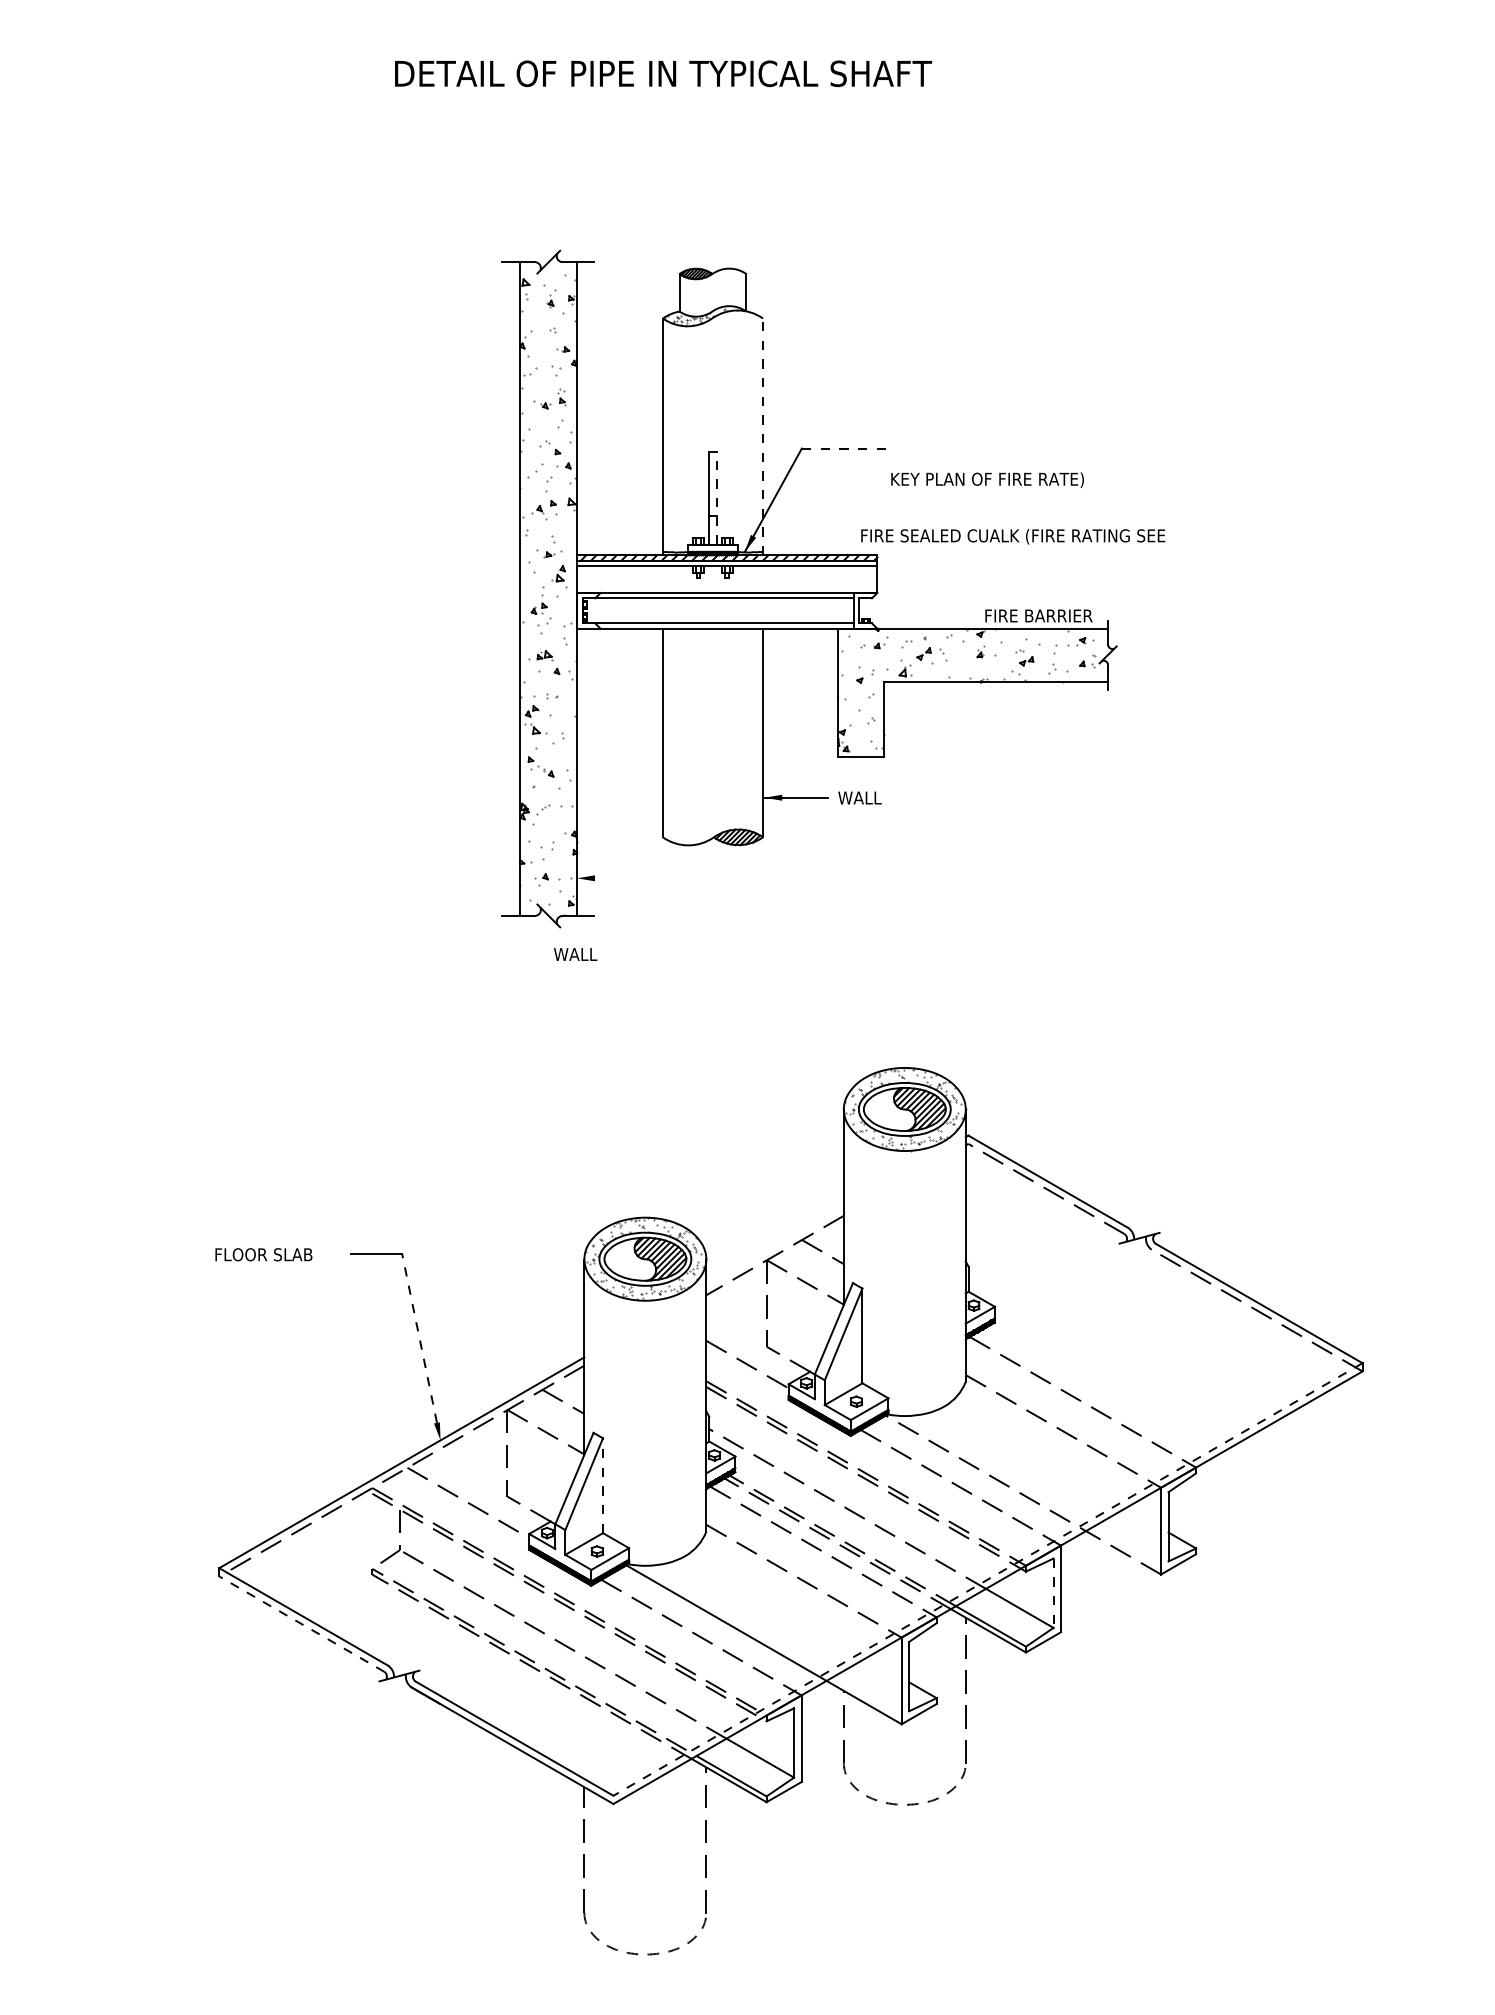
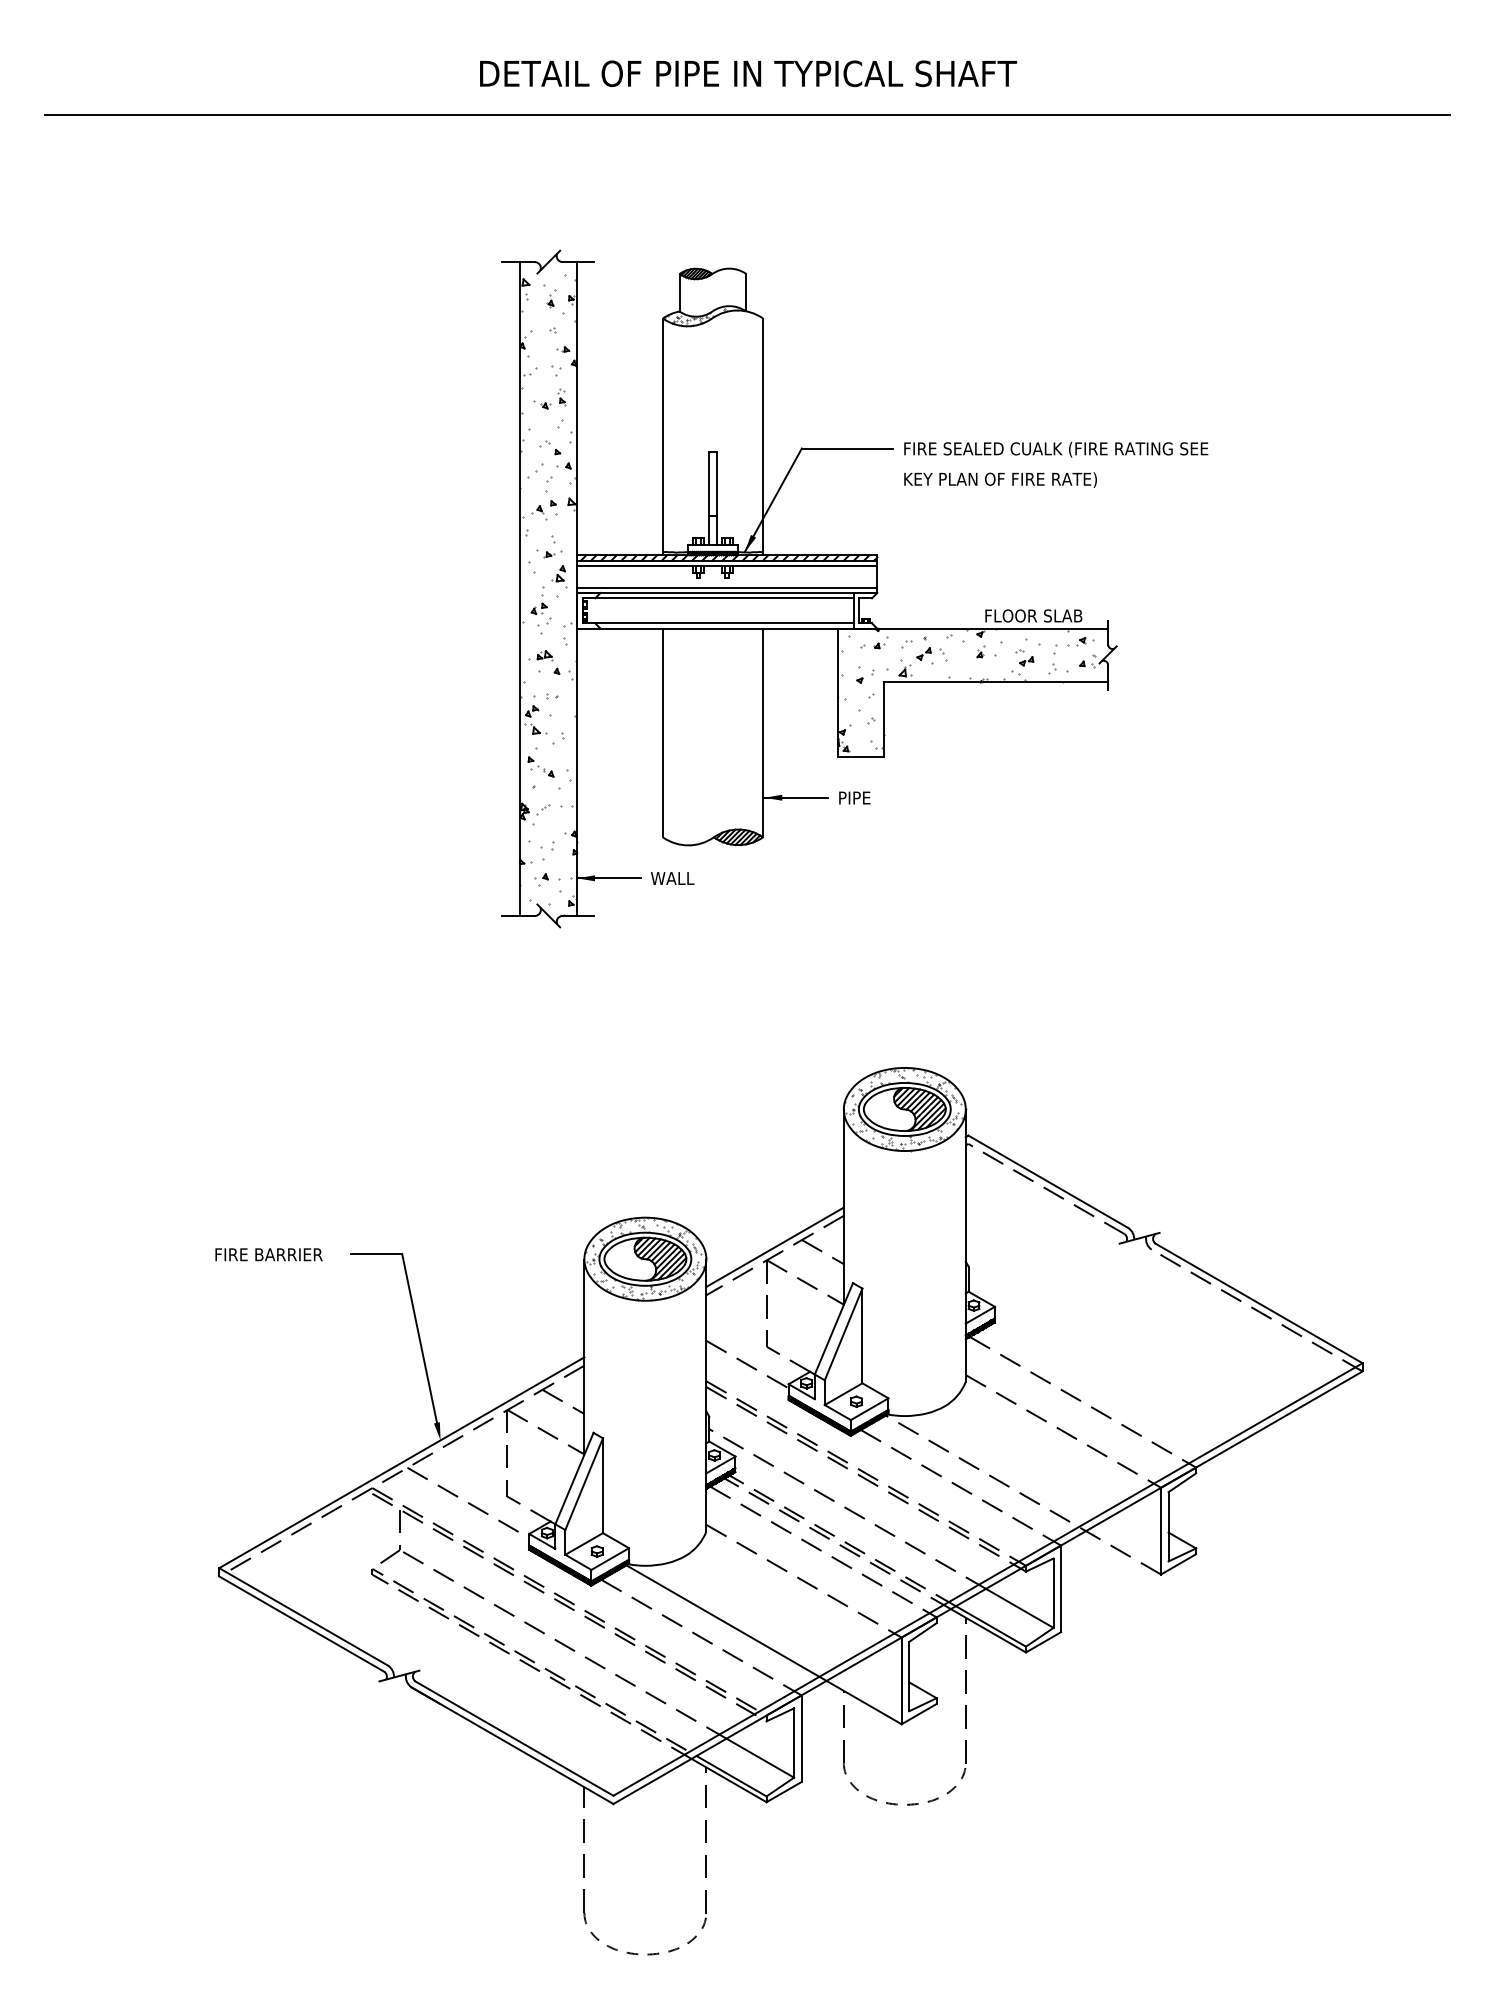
text at (663, 73) position: (663, 73) -> (748, 73)
line at (747, 114): none -> present
line at (763, 436): dashed -> solid
line at (847, 448): dashed -> solid
text at (987, 479) position: (987, 479) -> (1000, 479)
line at (716, 497): dashed -> solid
text at (1013, 536) position: (1013, 536) -> (1056, 449)
line at (727, 587): none -> present
text at (1044, 615): FIRE BARRIER -> FLOOR SLAB
text at (859, 797): WALL -> PIPE
line at (609, 878): none -> present
text at (575, 954) position: (575, 954) -> (672, 878)
line at (774, 1246): none -> present
text at (274, 1254): FLOOR SLAB -> FIRE BARRIER
line at (419, 1338): dashed -> solid
line at (602, 1485): dashed -> solid
line at (988, 1579): dashed -> solid
line at (1053, 1593): dashed -> solid
line at (301, 1623): dashed -> solid
